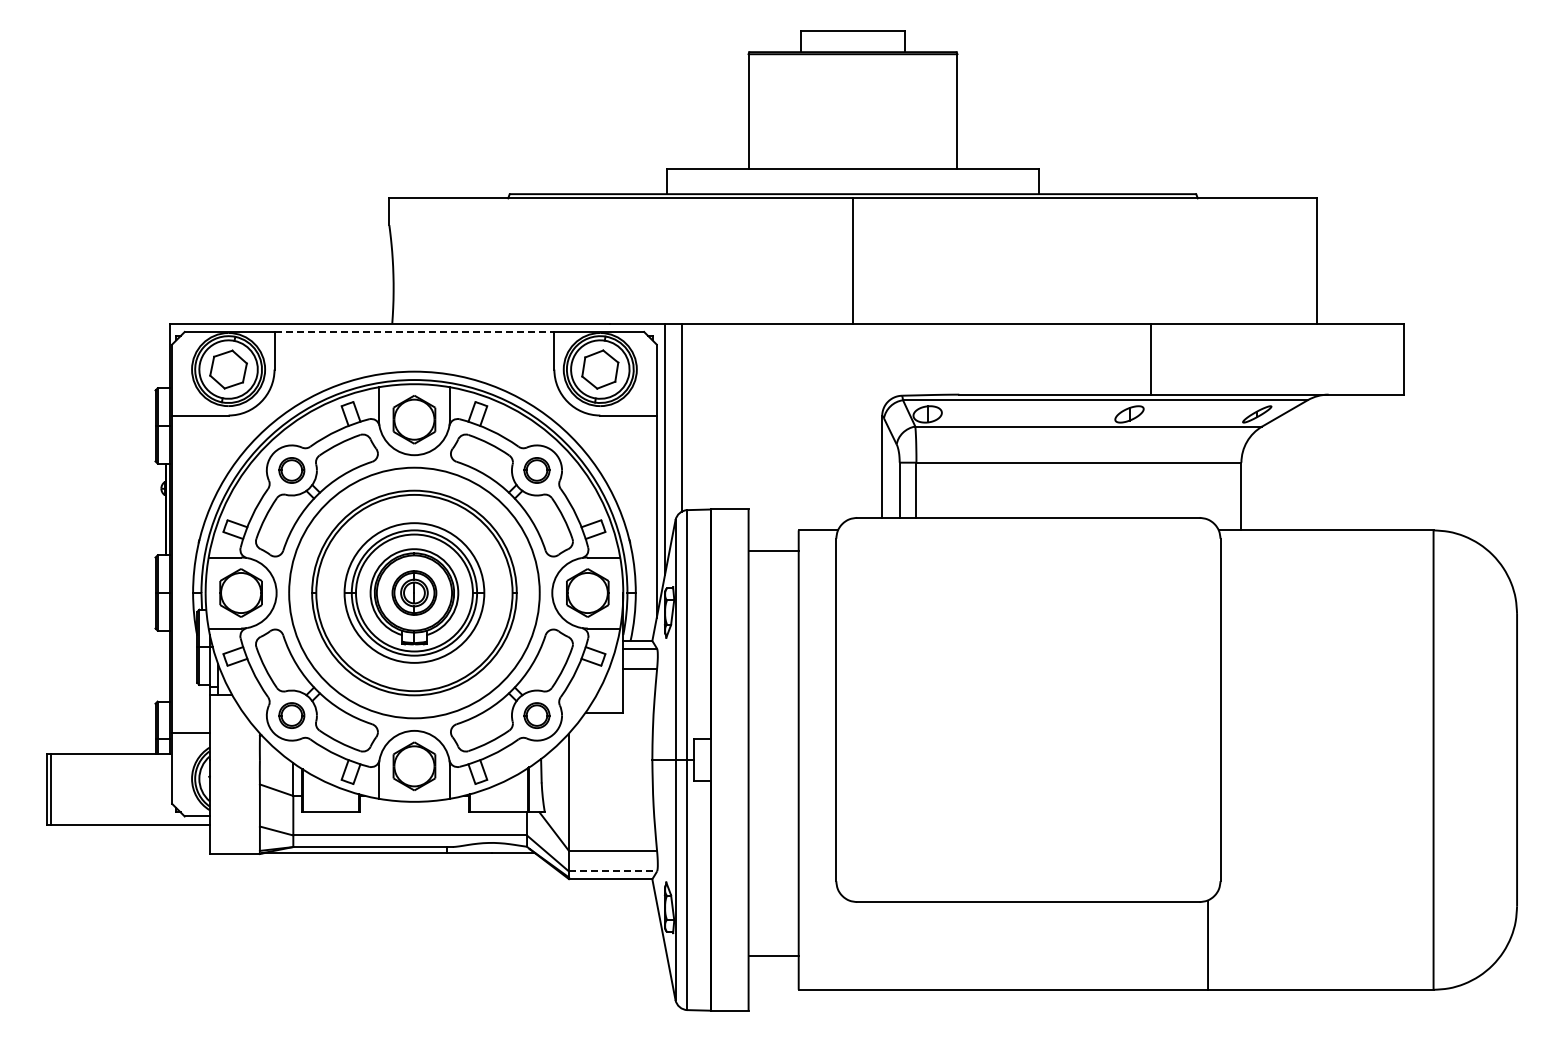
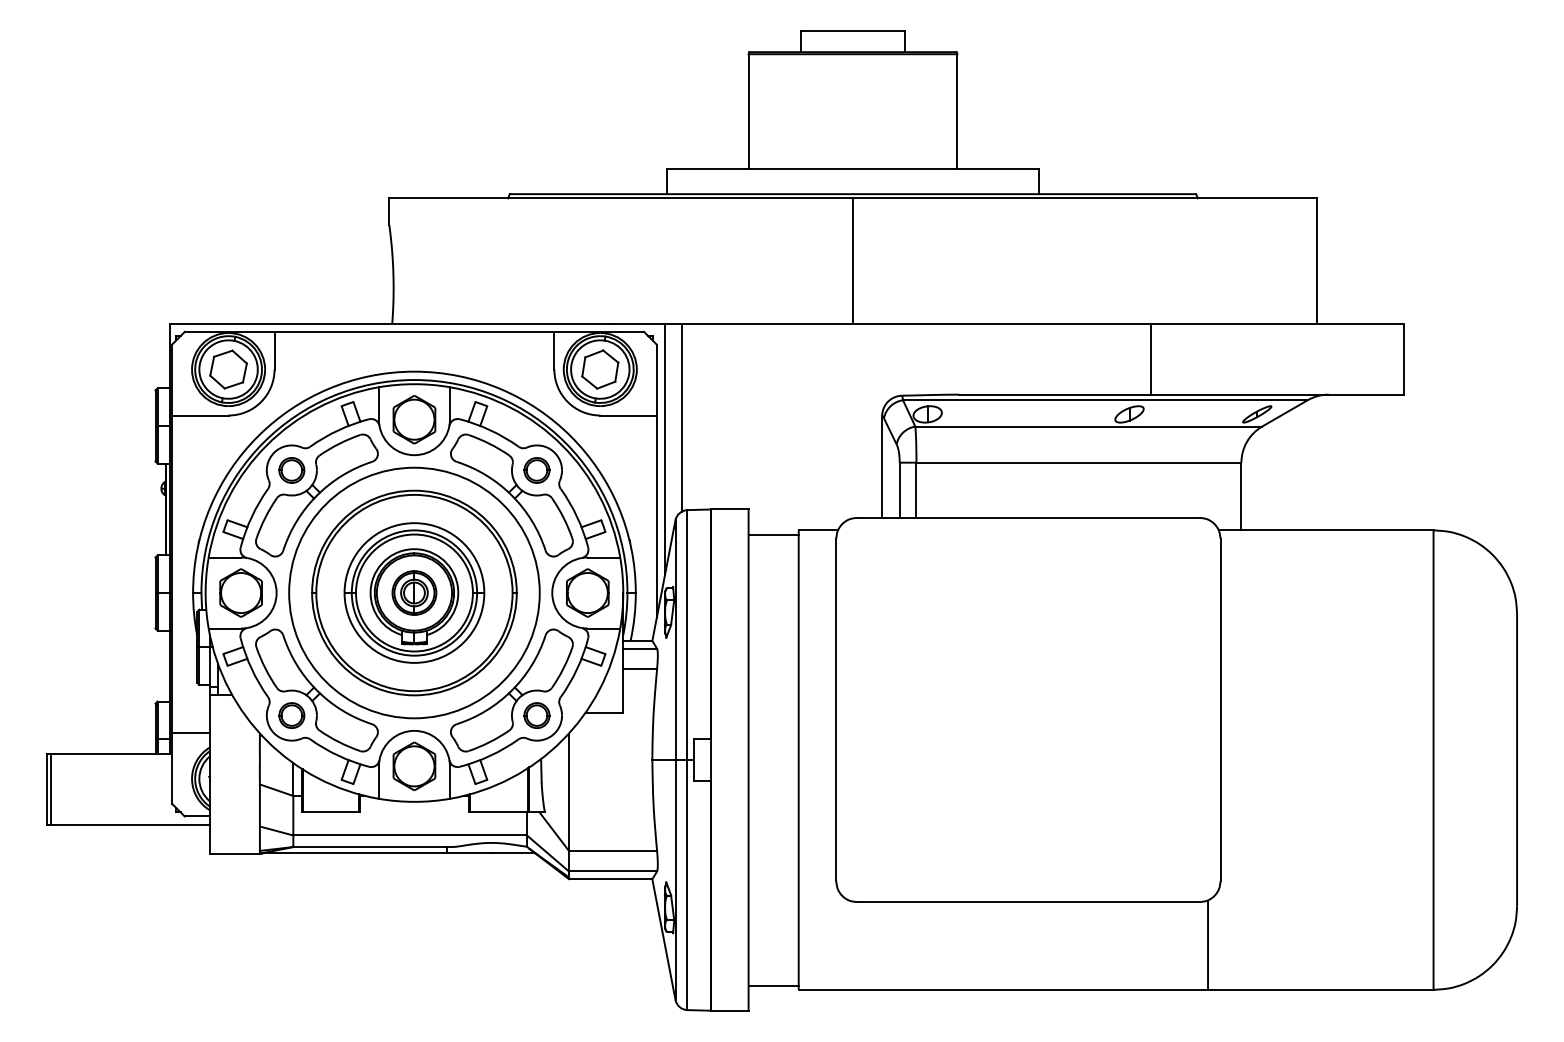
line at (414, 331): dashed -> solid
line at (773, 550) position: (773, 550) -> (773, 534)
line at (613, 871): dashed -> solid
line at (773, 955) position: (773, 955) -> (773, 985)
